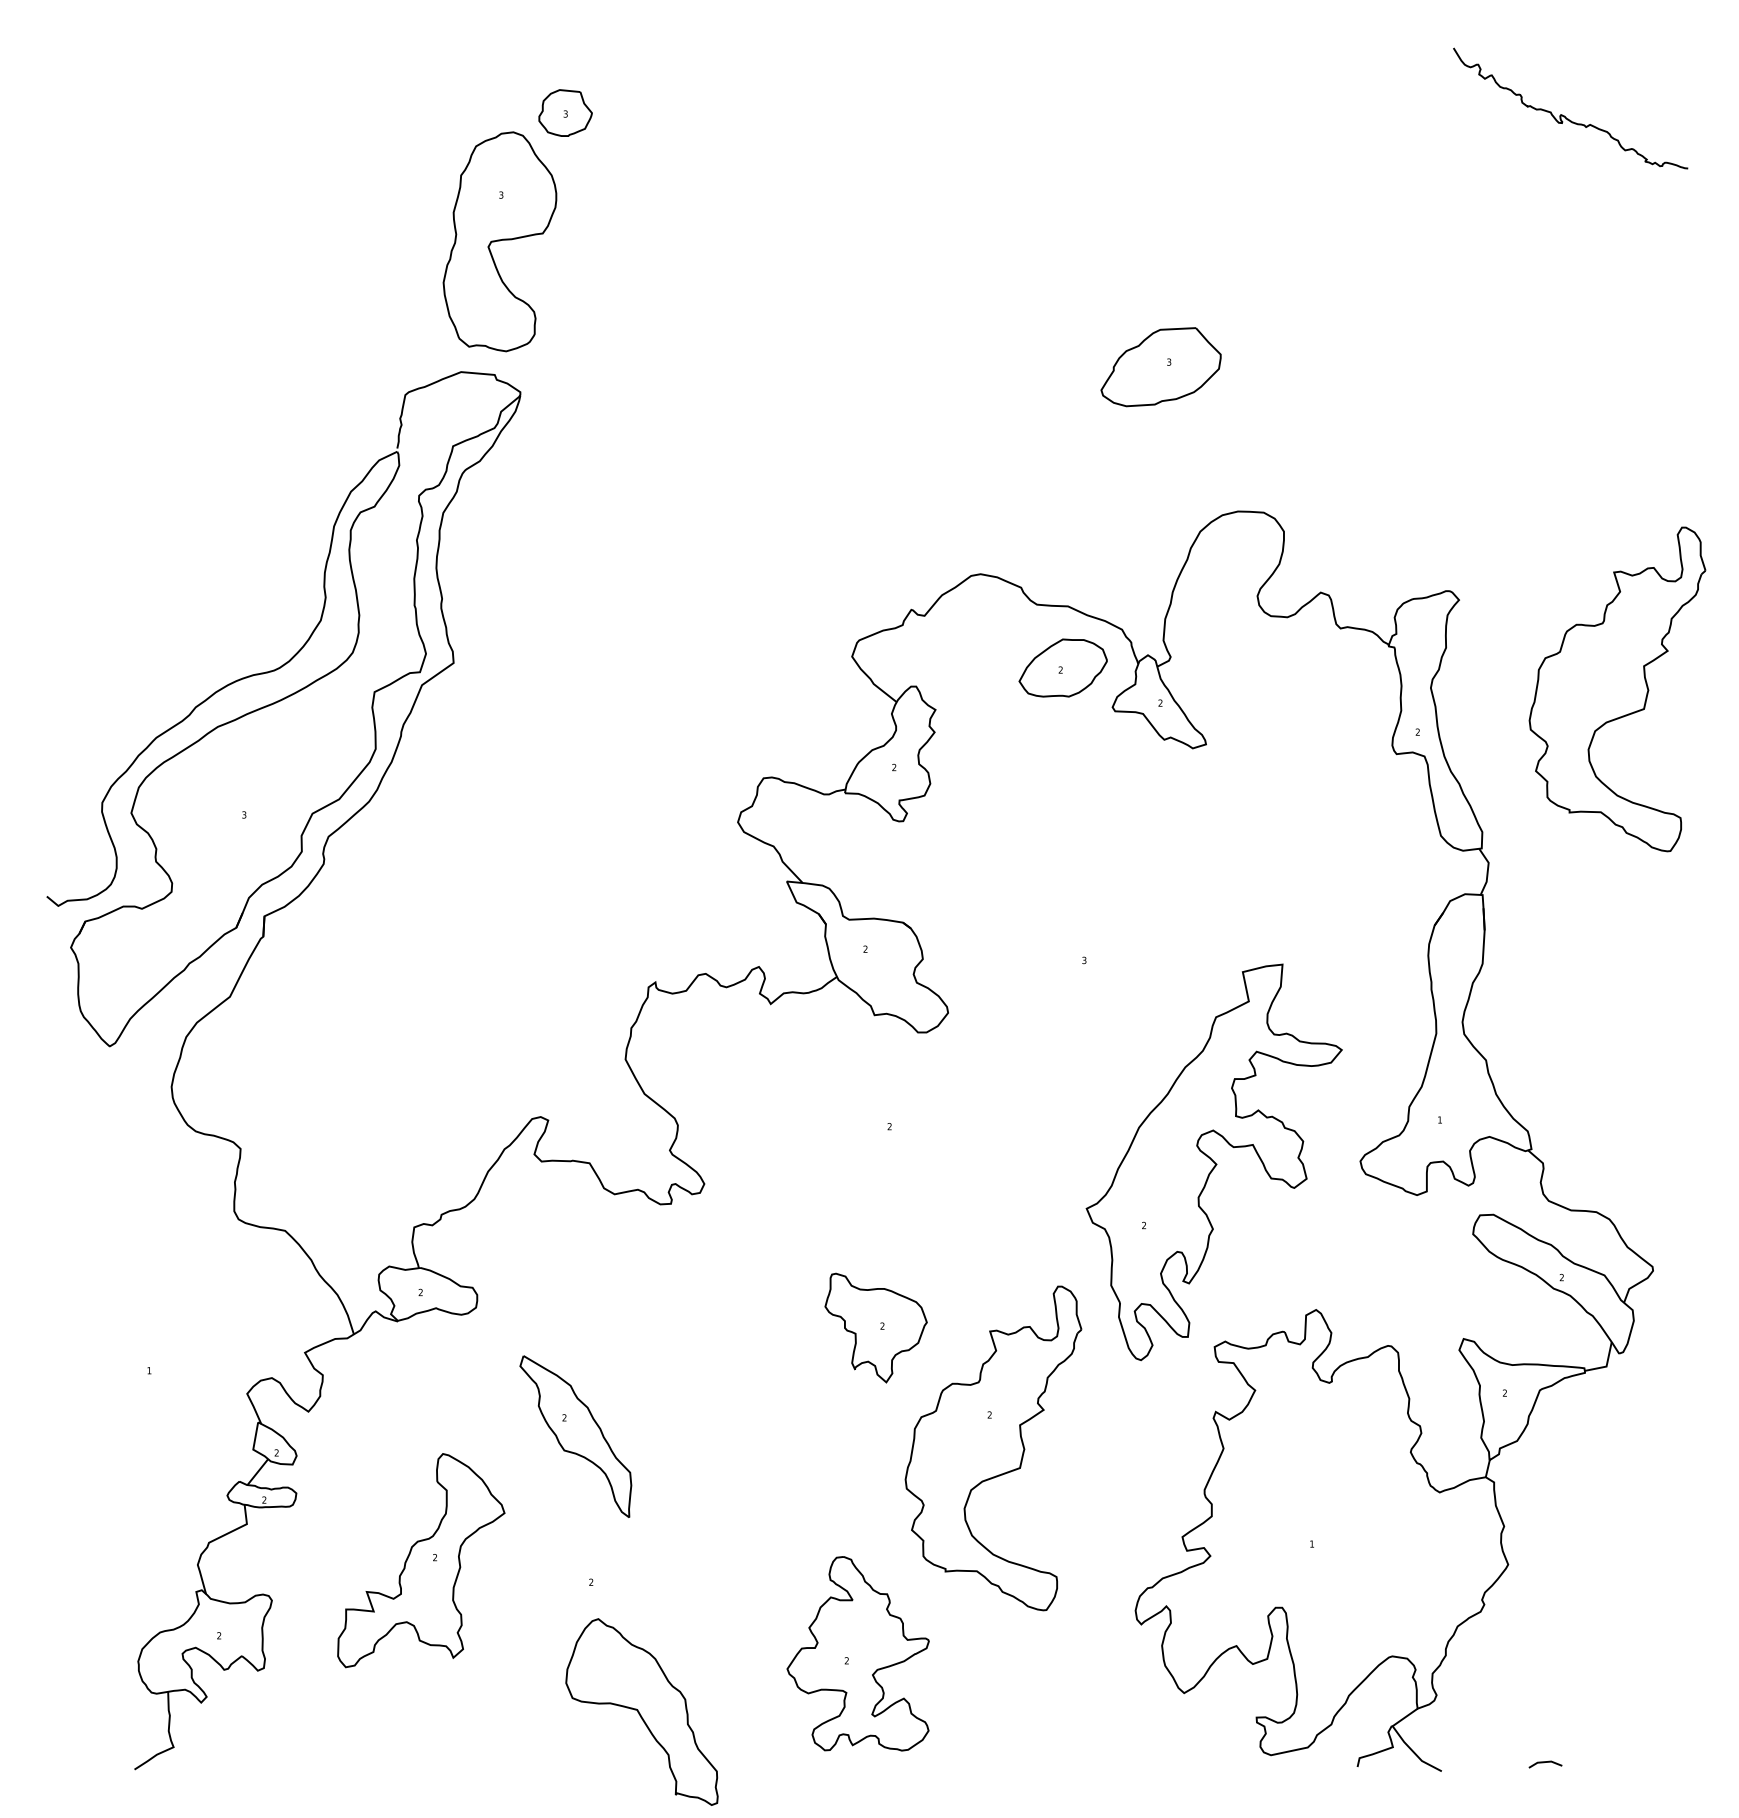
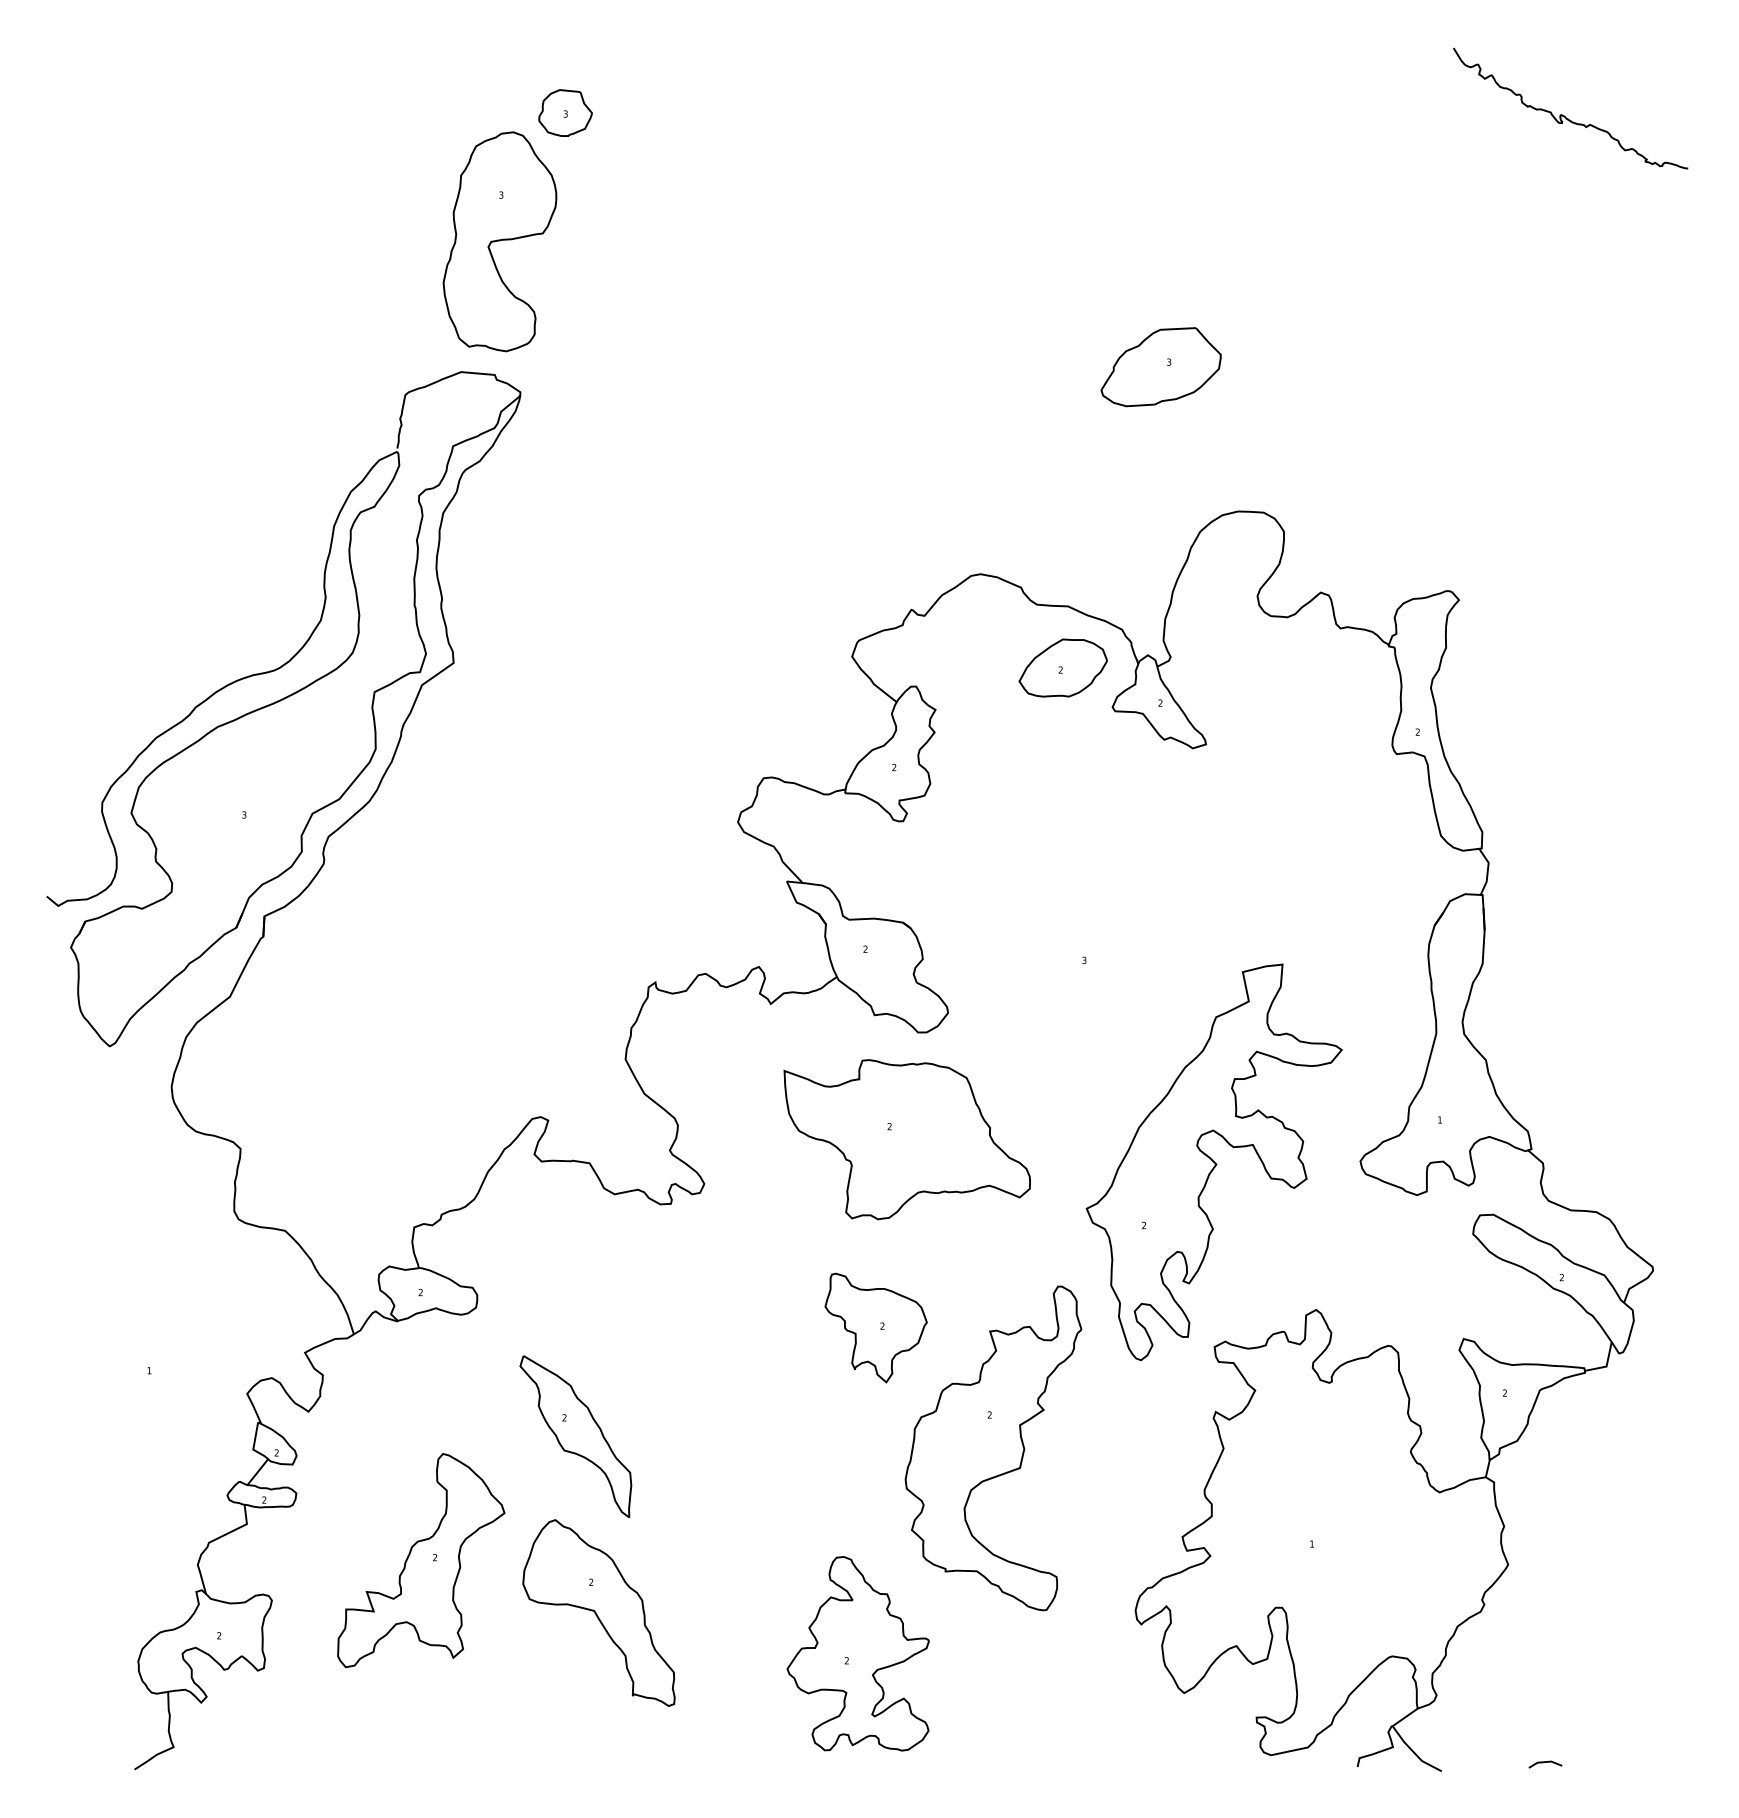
part at (1617, 689): present -> none
part at (906, 1139): none -> present
part at (641, 1711) position: (641, 1711) -> (598, 1612)
